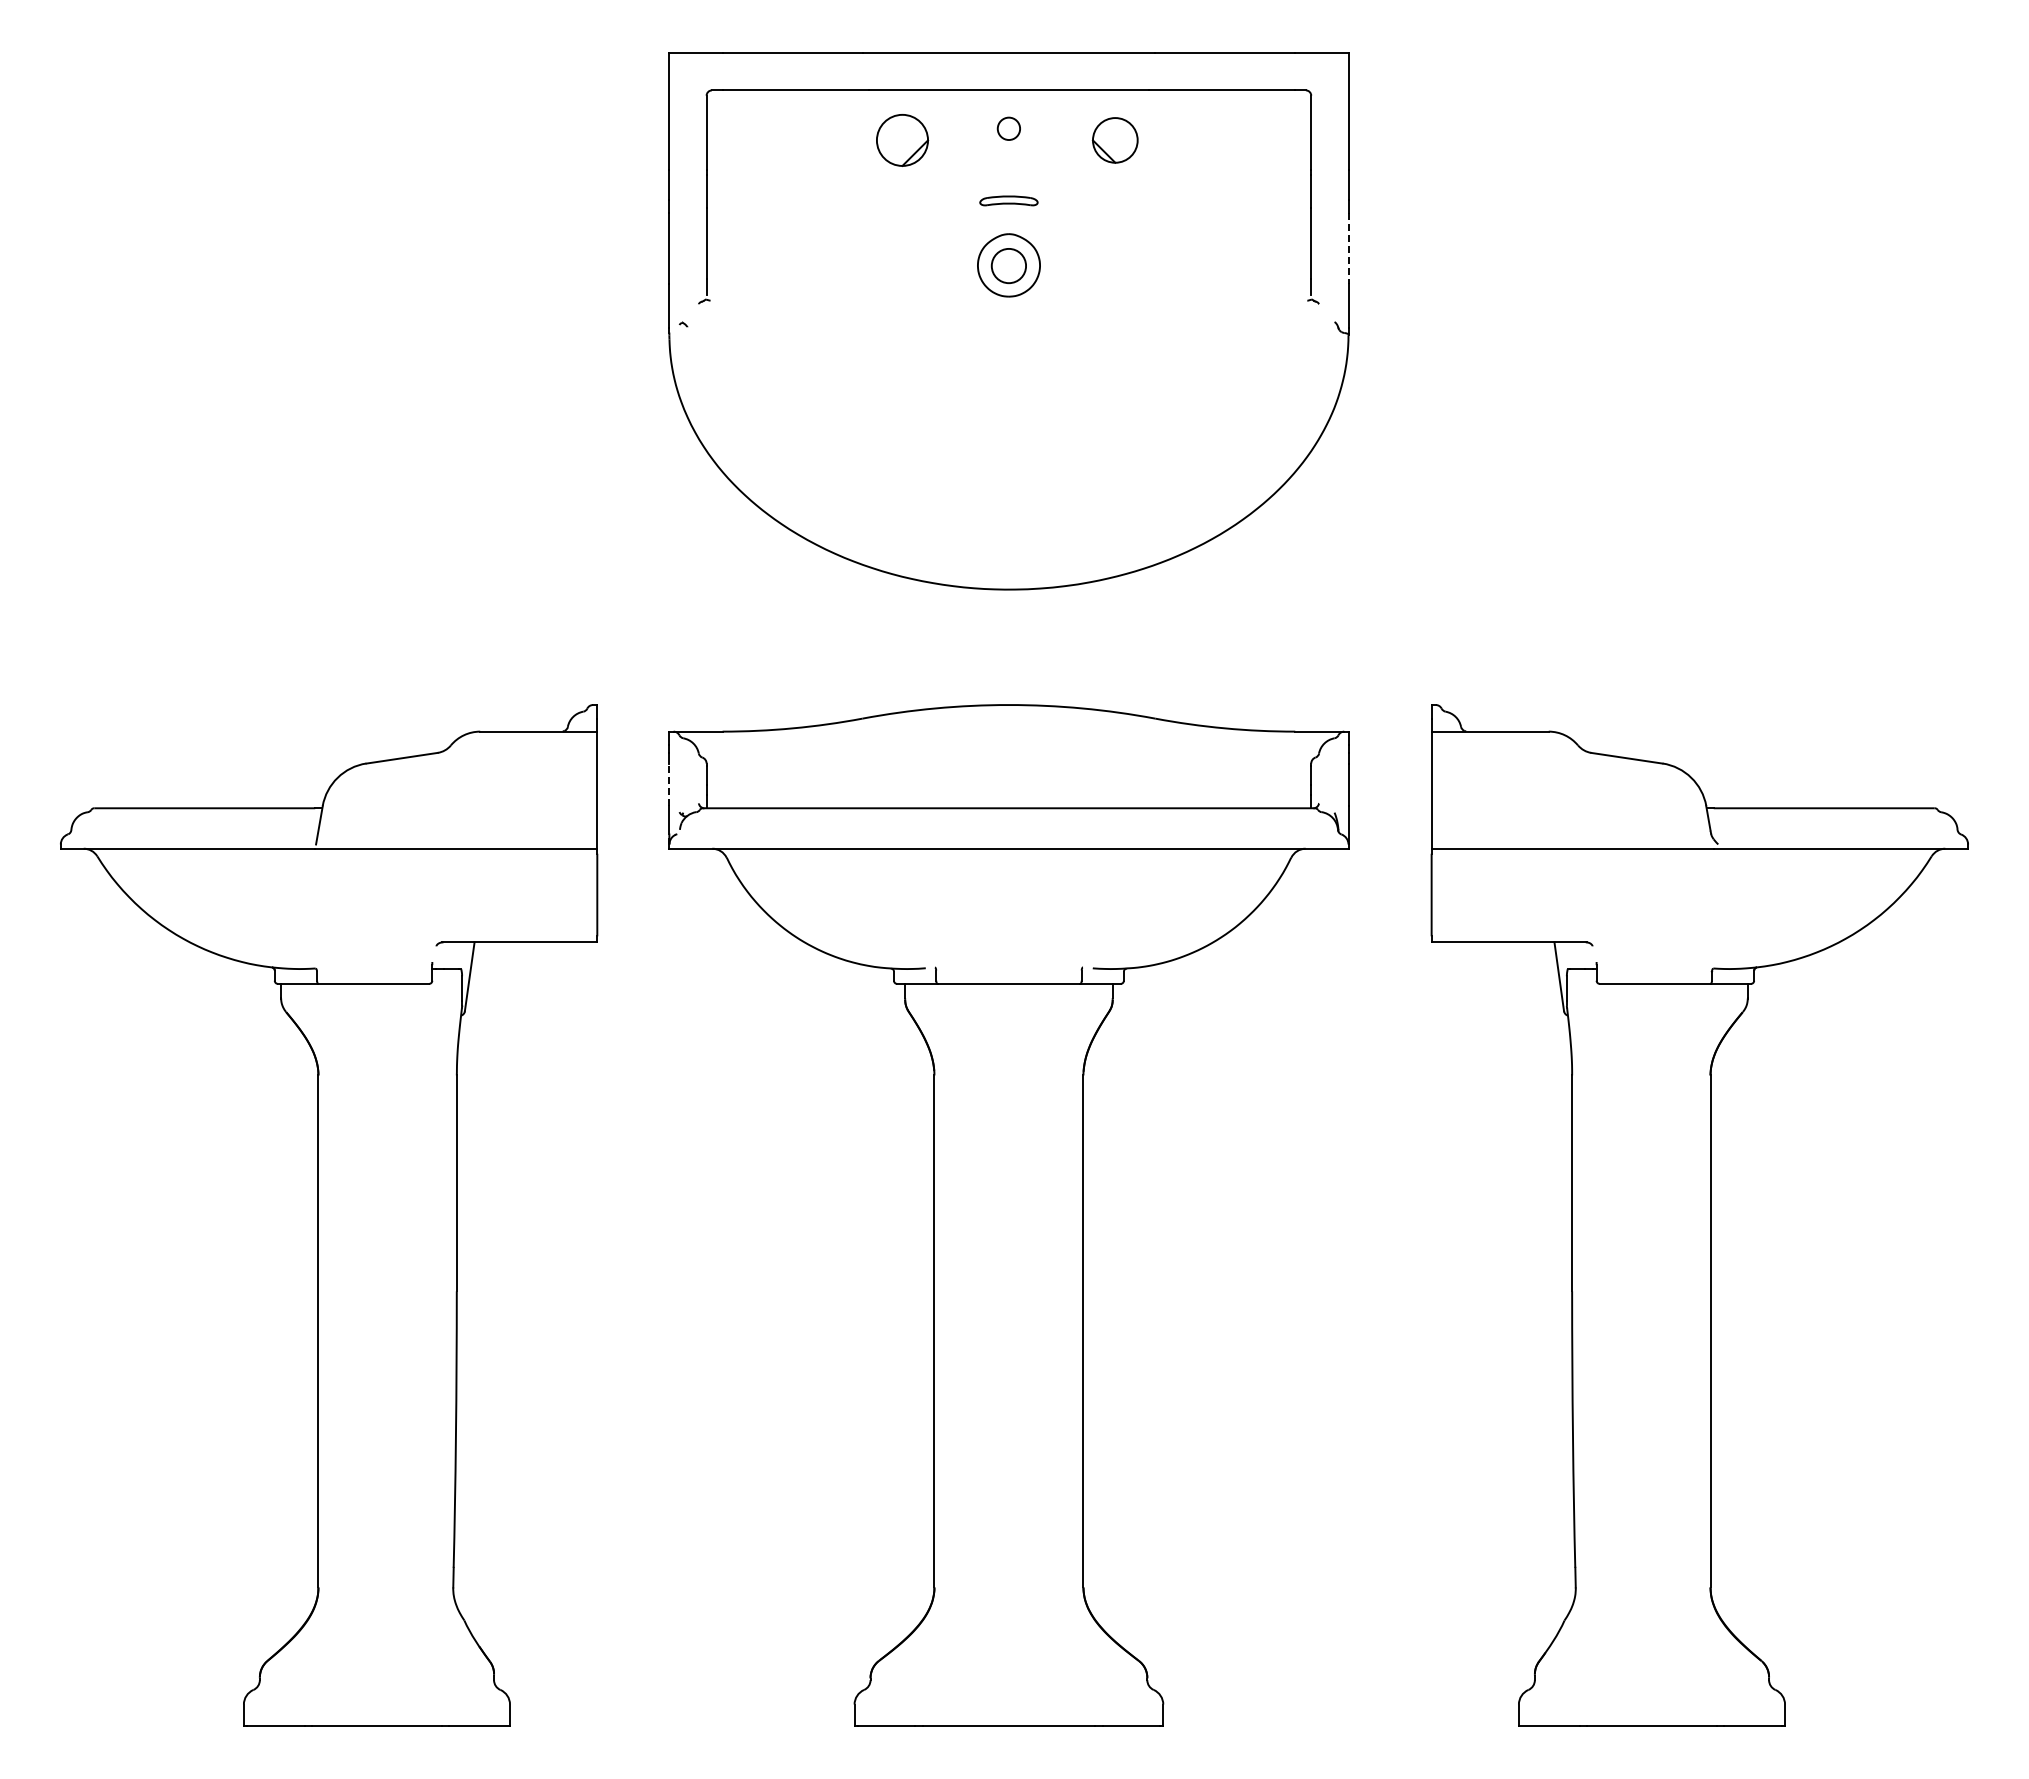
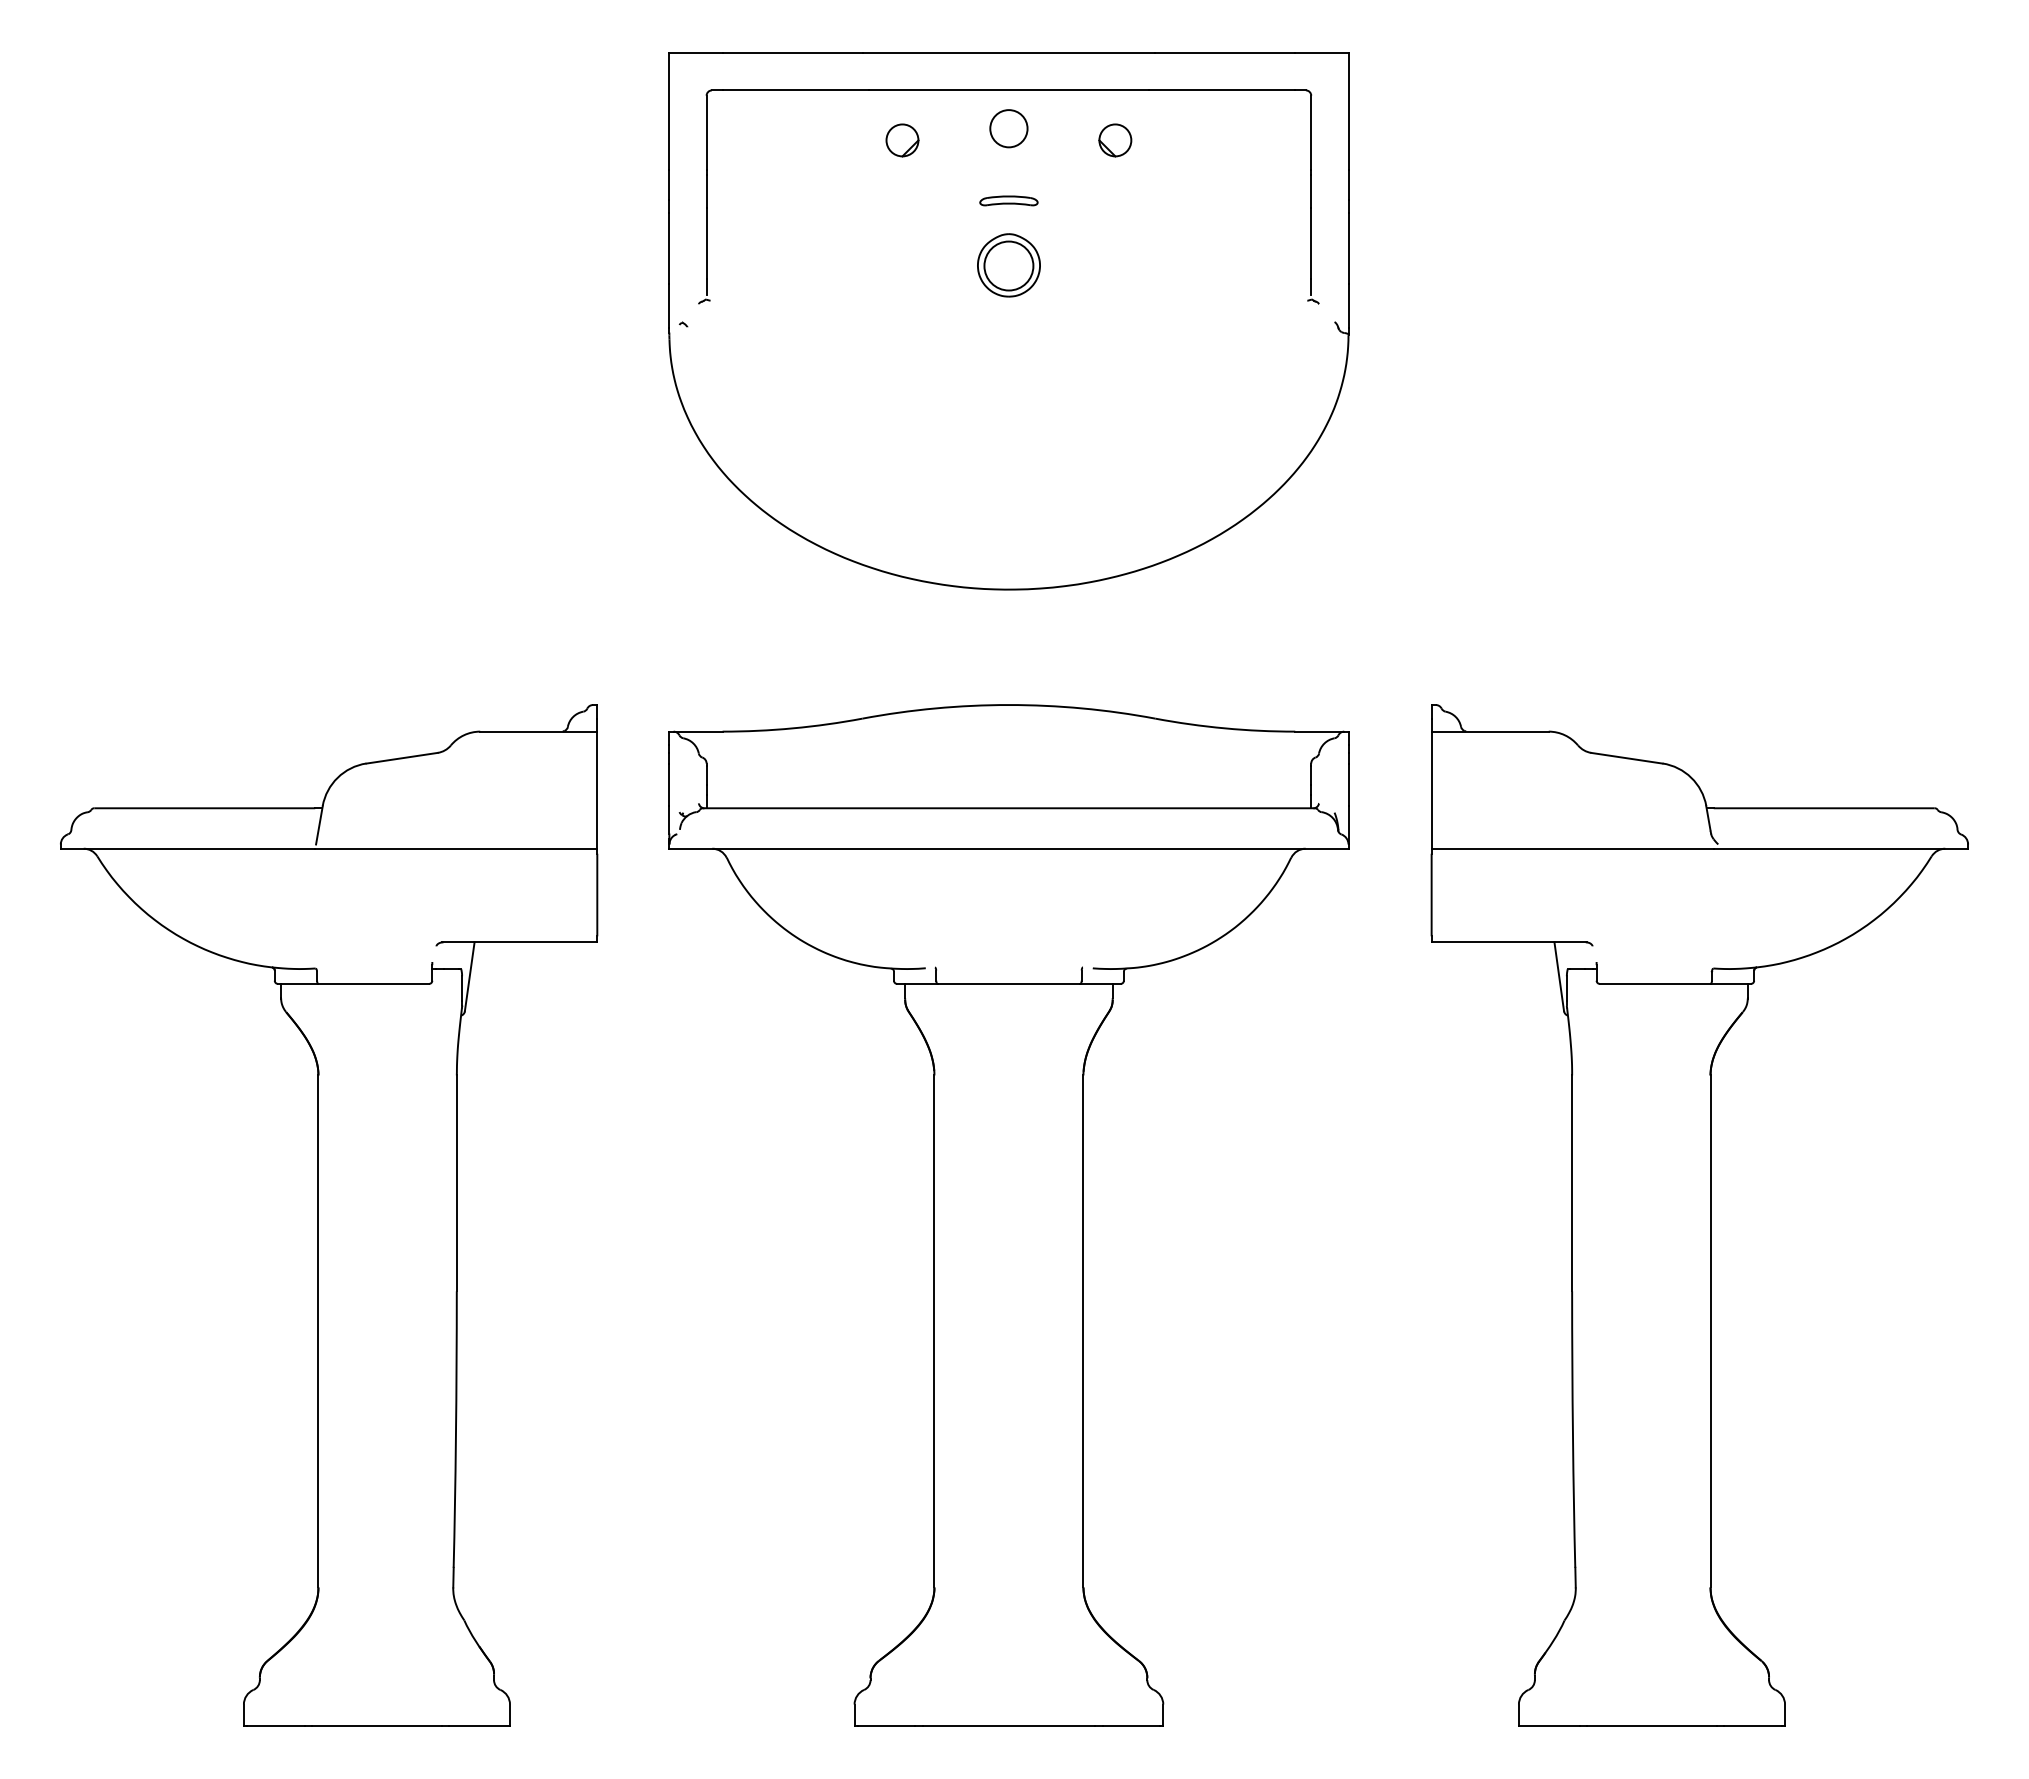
circle at (1008, 128) size: 25x25 px -> 40x40 px
part at (902, 140) size: 54x53 px -> 35x35 px
part at (1114, 140) size: 48x47 px -> 35x35 px
line at (1348, 248): dashed -> solid
circle at (1008, 265) diameter: 34 px -> 49 px
line at (669, 784): dashed -> solid
